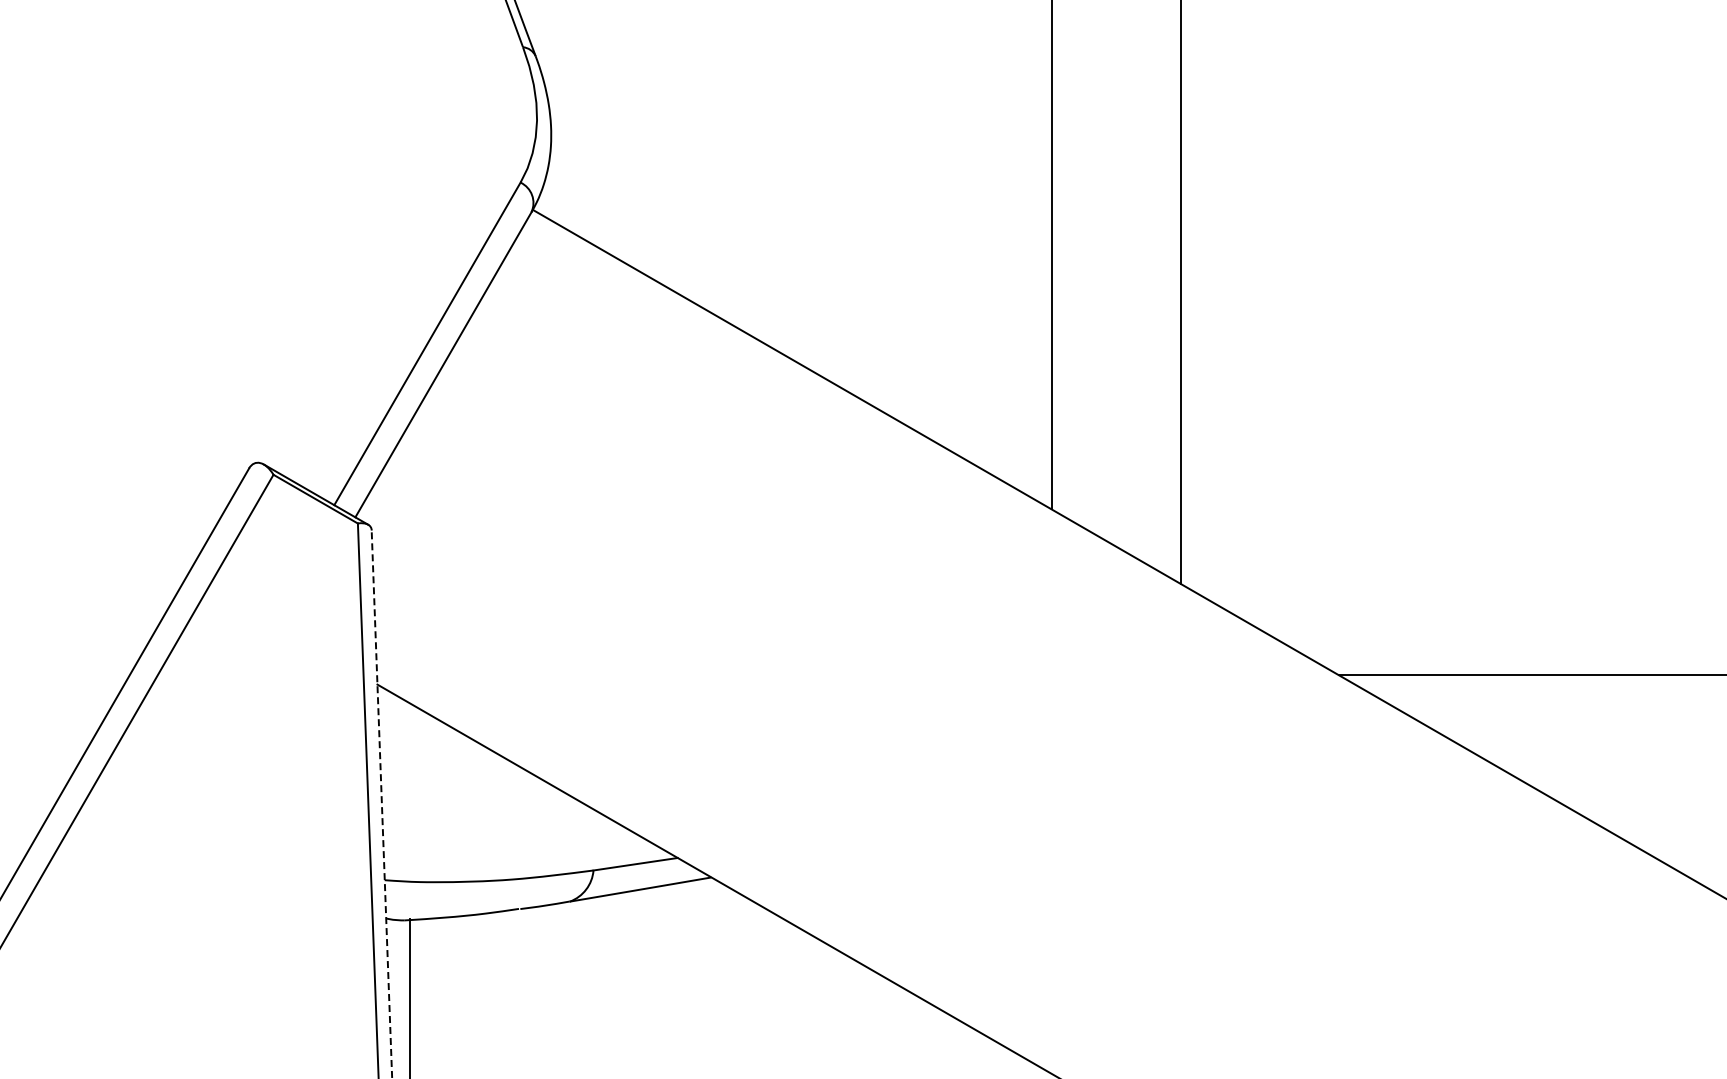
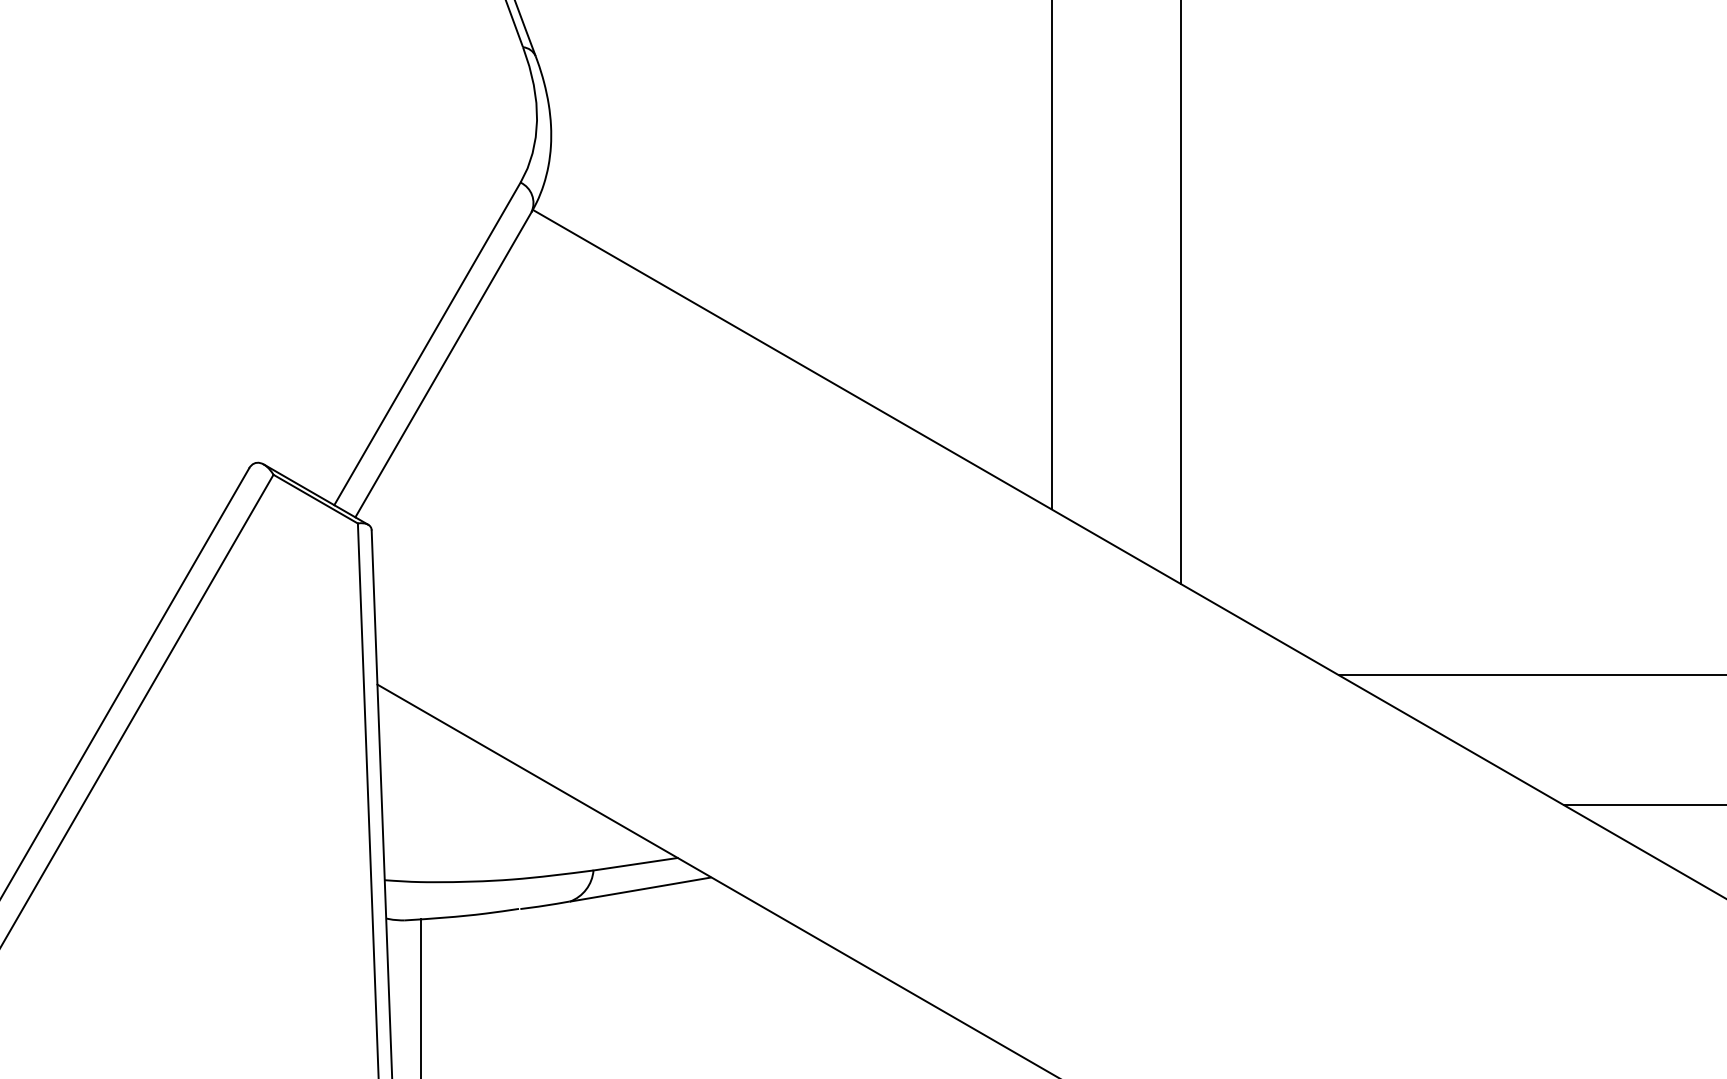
line at (381, 804): dashed -> solid
line at (1643, 805): none -> present
line at (409, 997) position: (409, 997) -> (420, 997)
